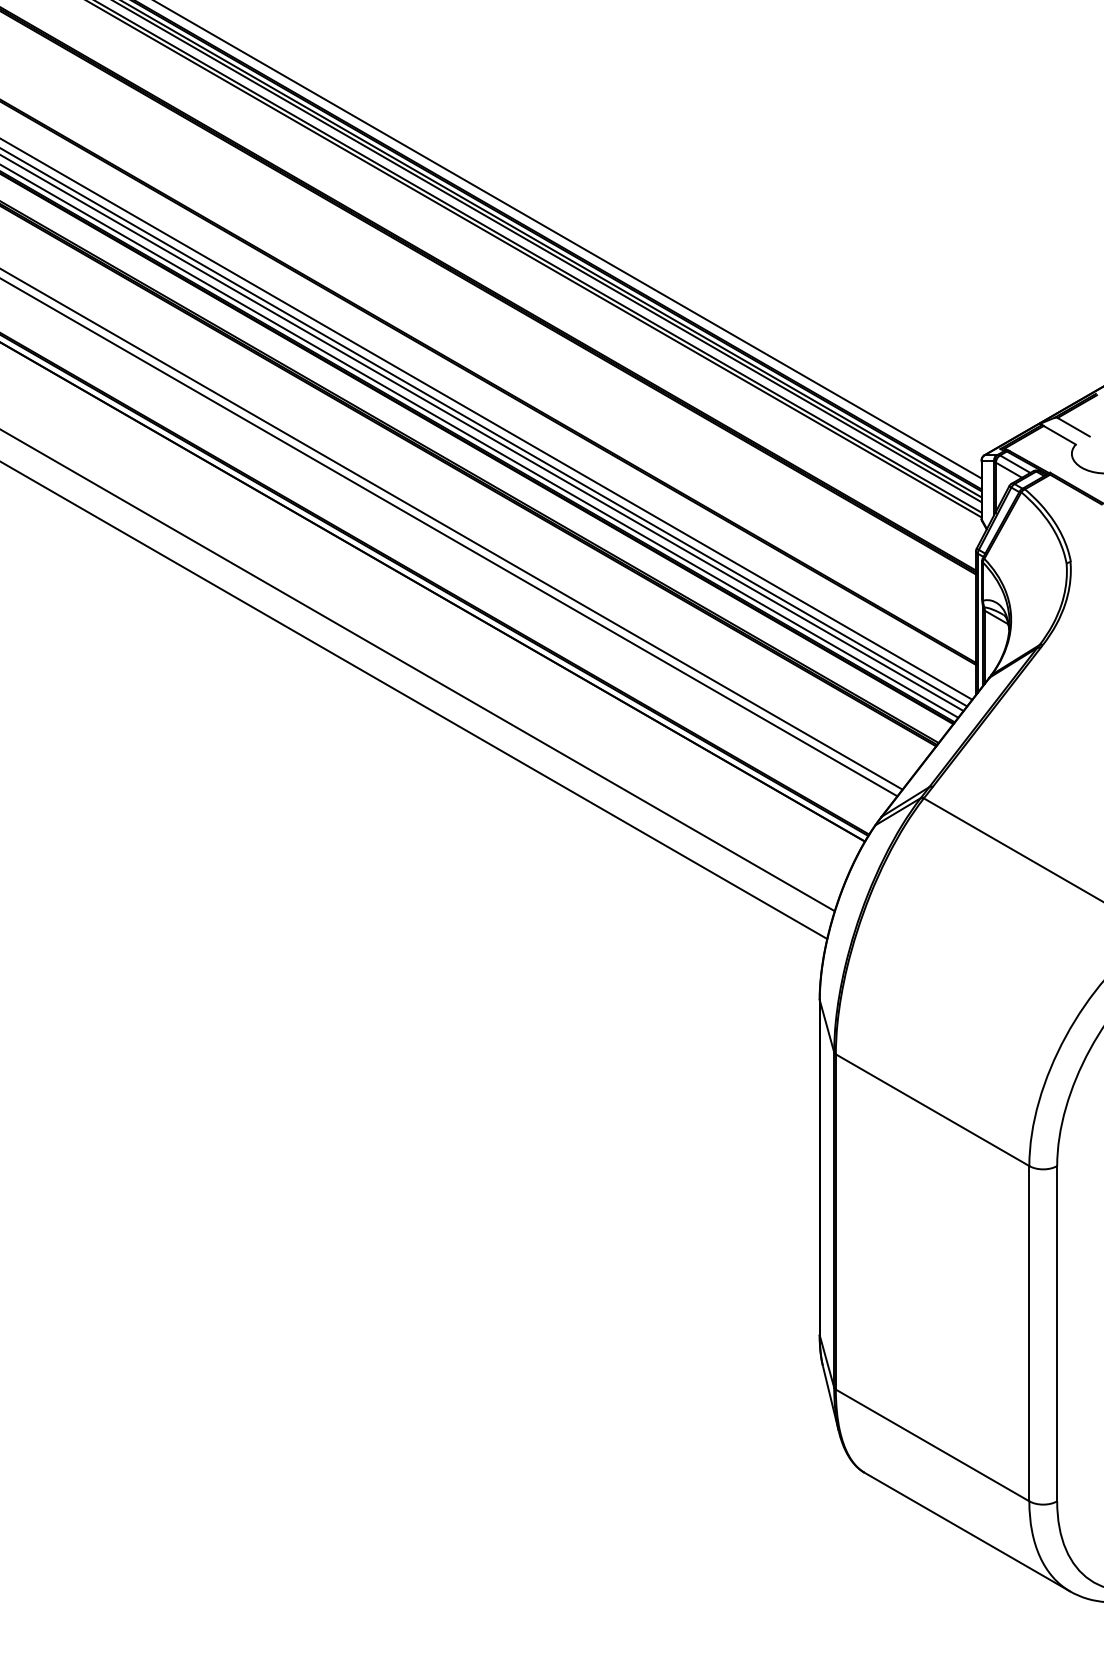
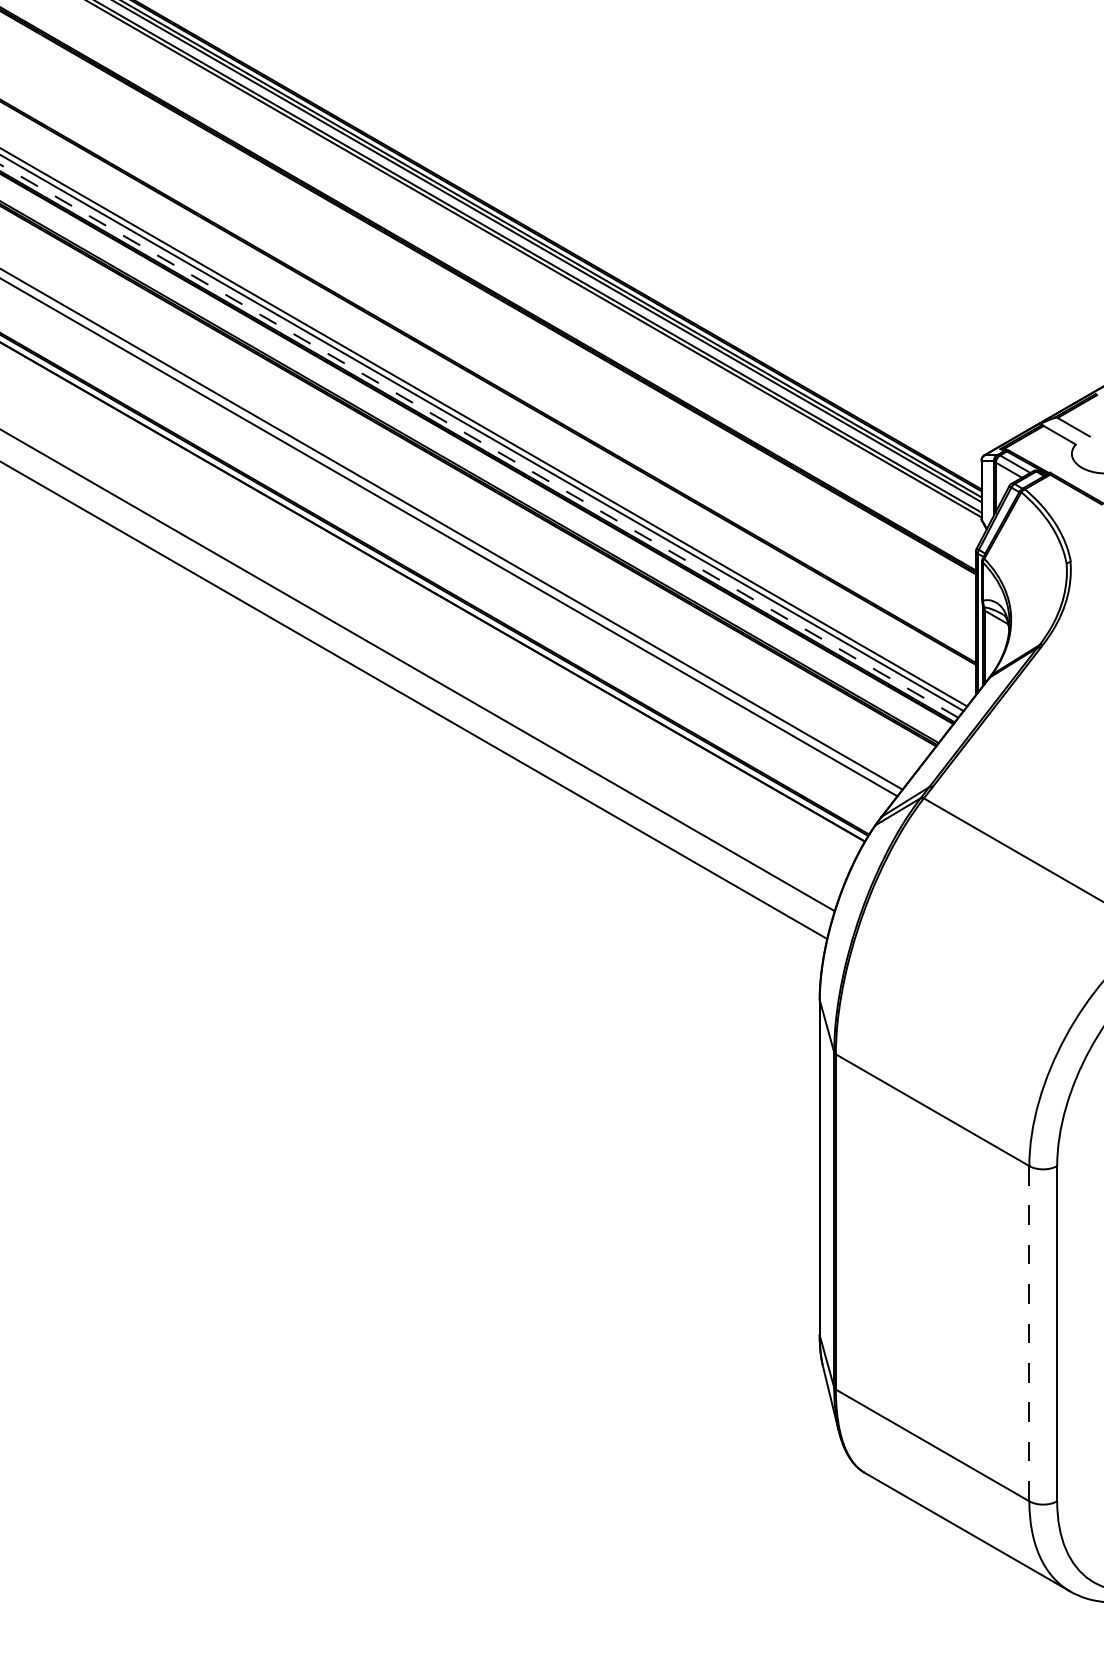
line at (568, 240): present -> none
line at (487, 419): present -> none
line at (479, 441): solid -> dashed
line at (1029, 1333): solid -> dashed
